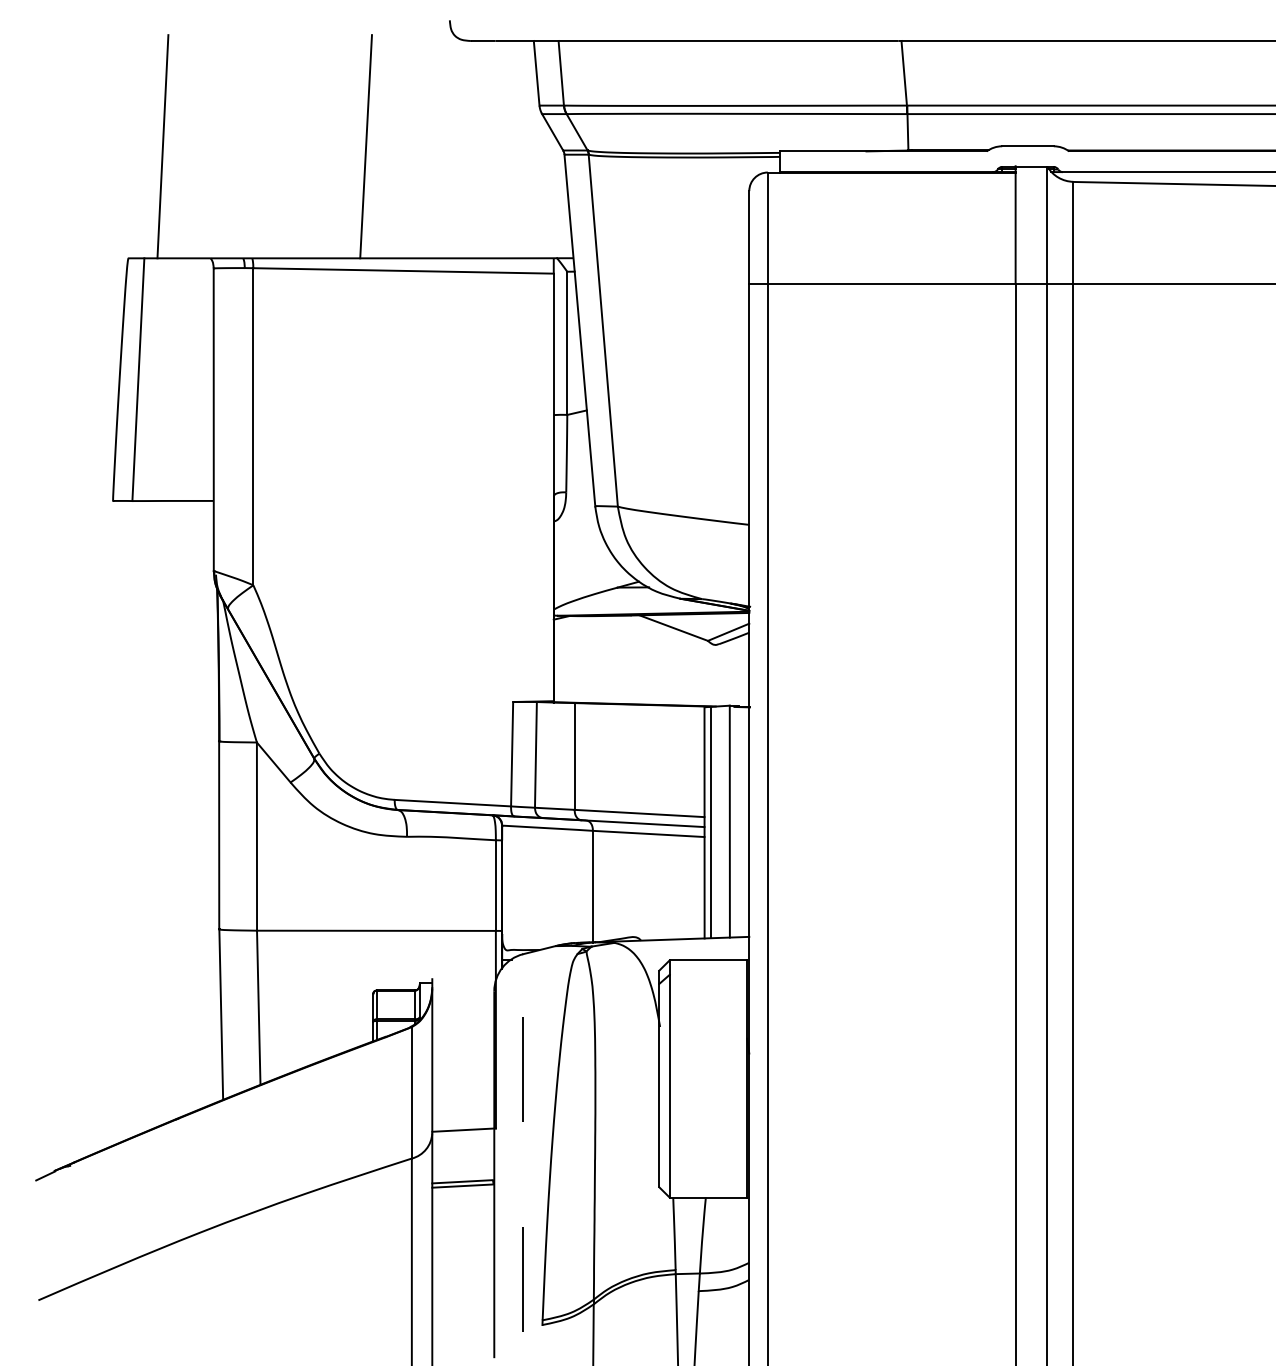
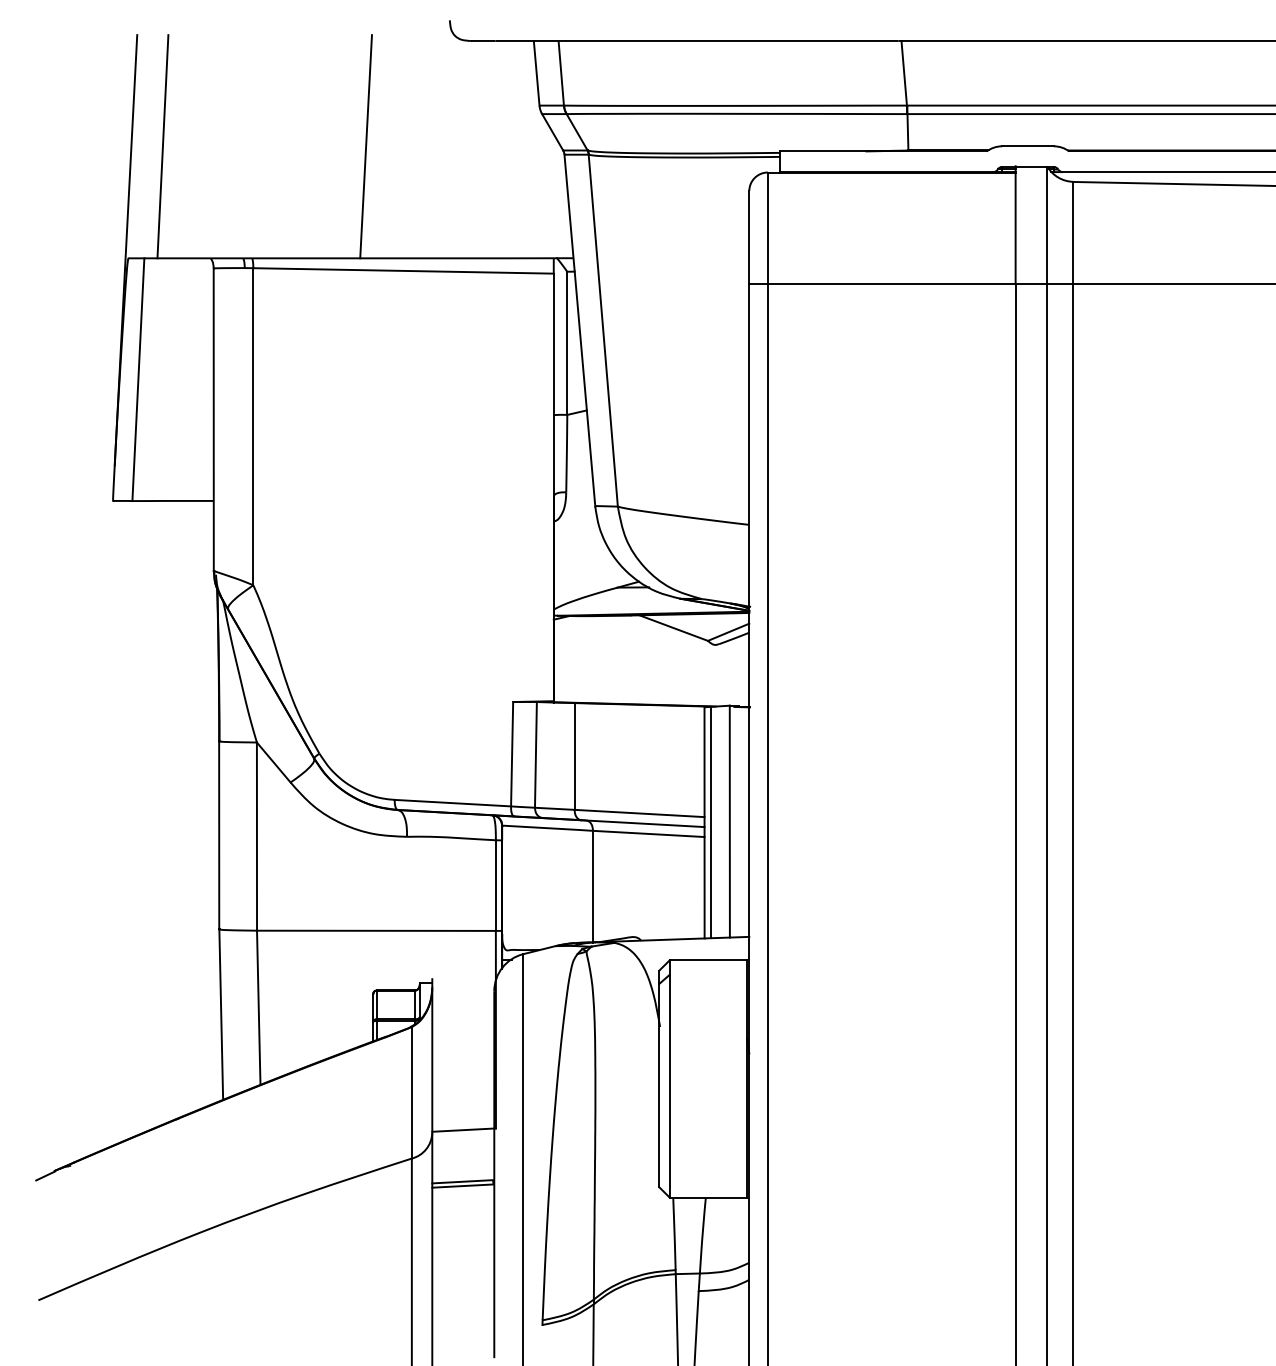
line at (125, 250): none -> present
line at (523, 1159): dashed -> solid
